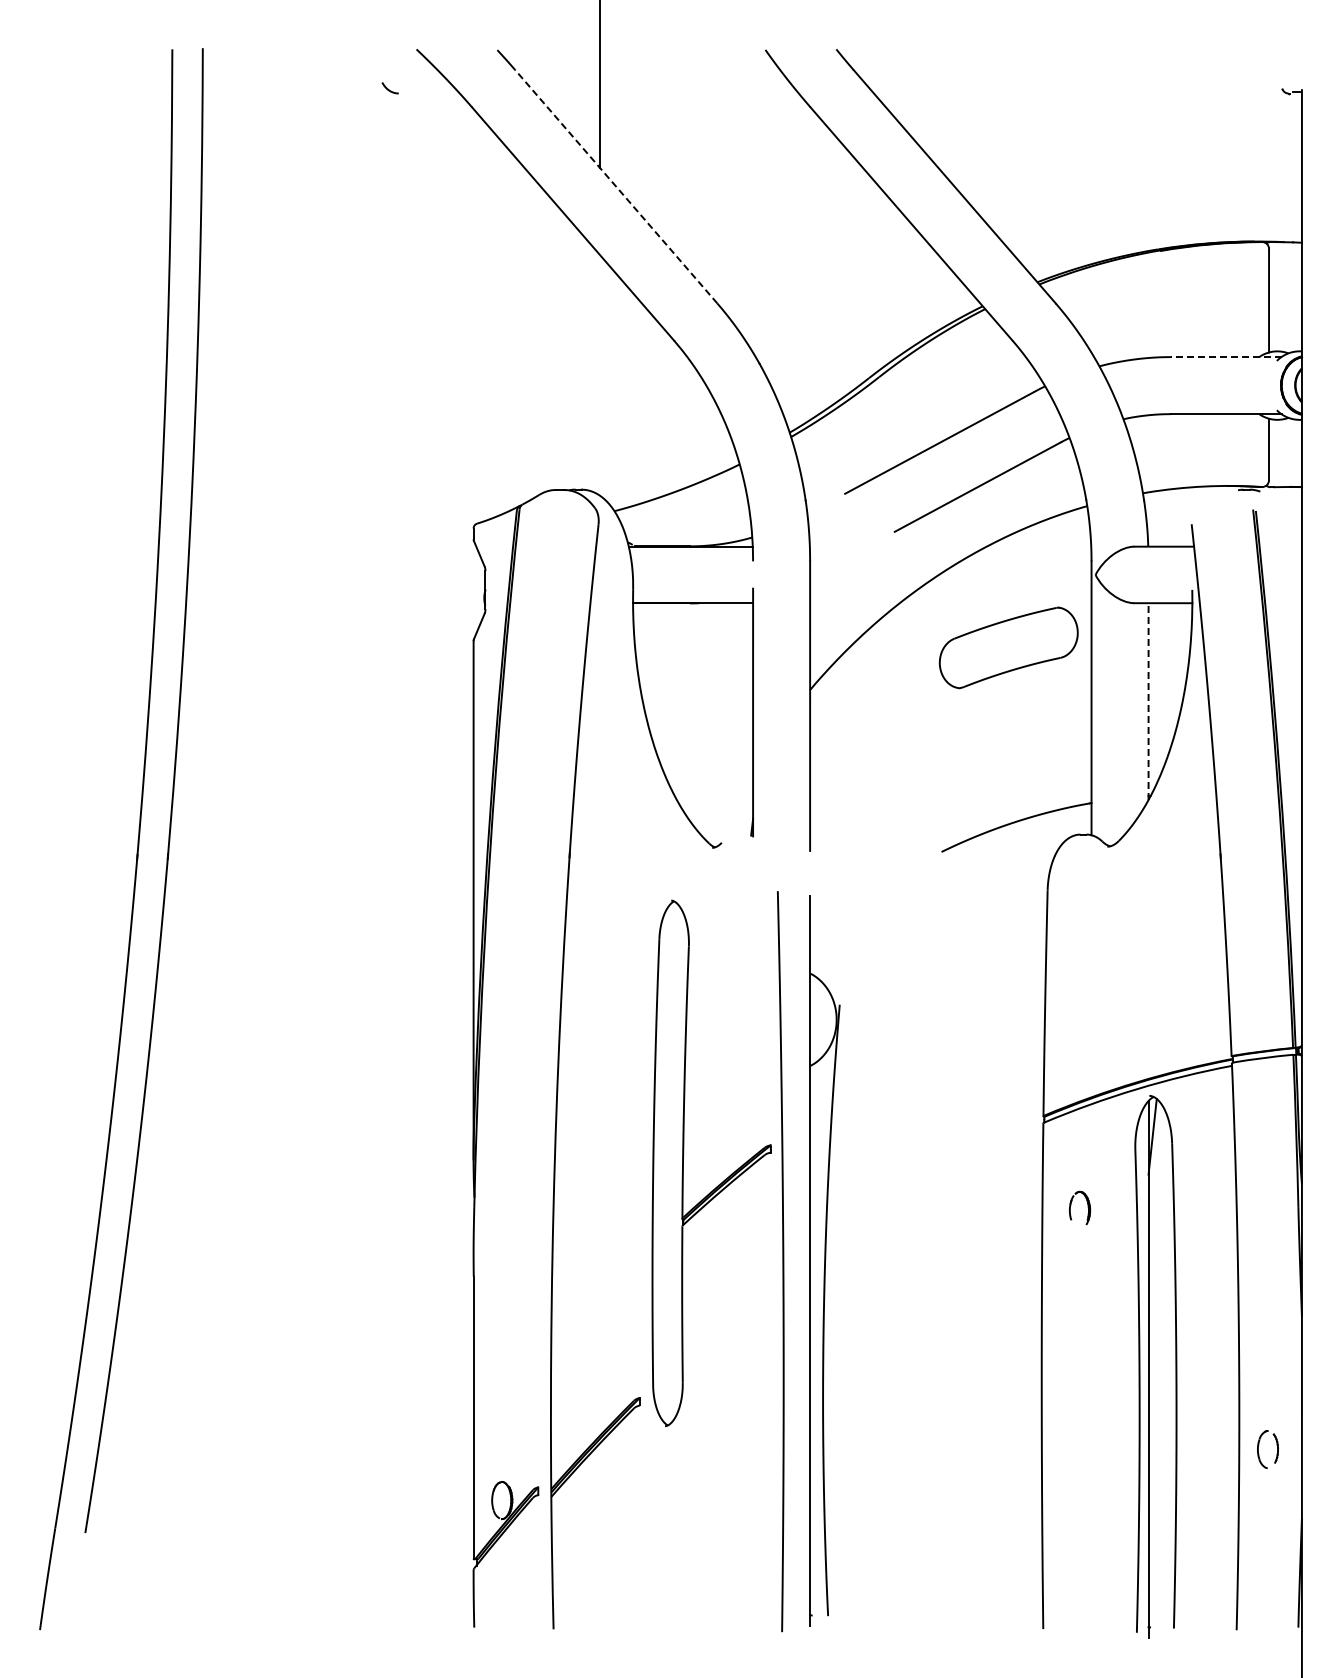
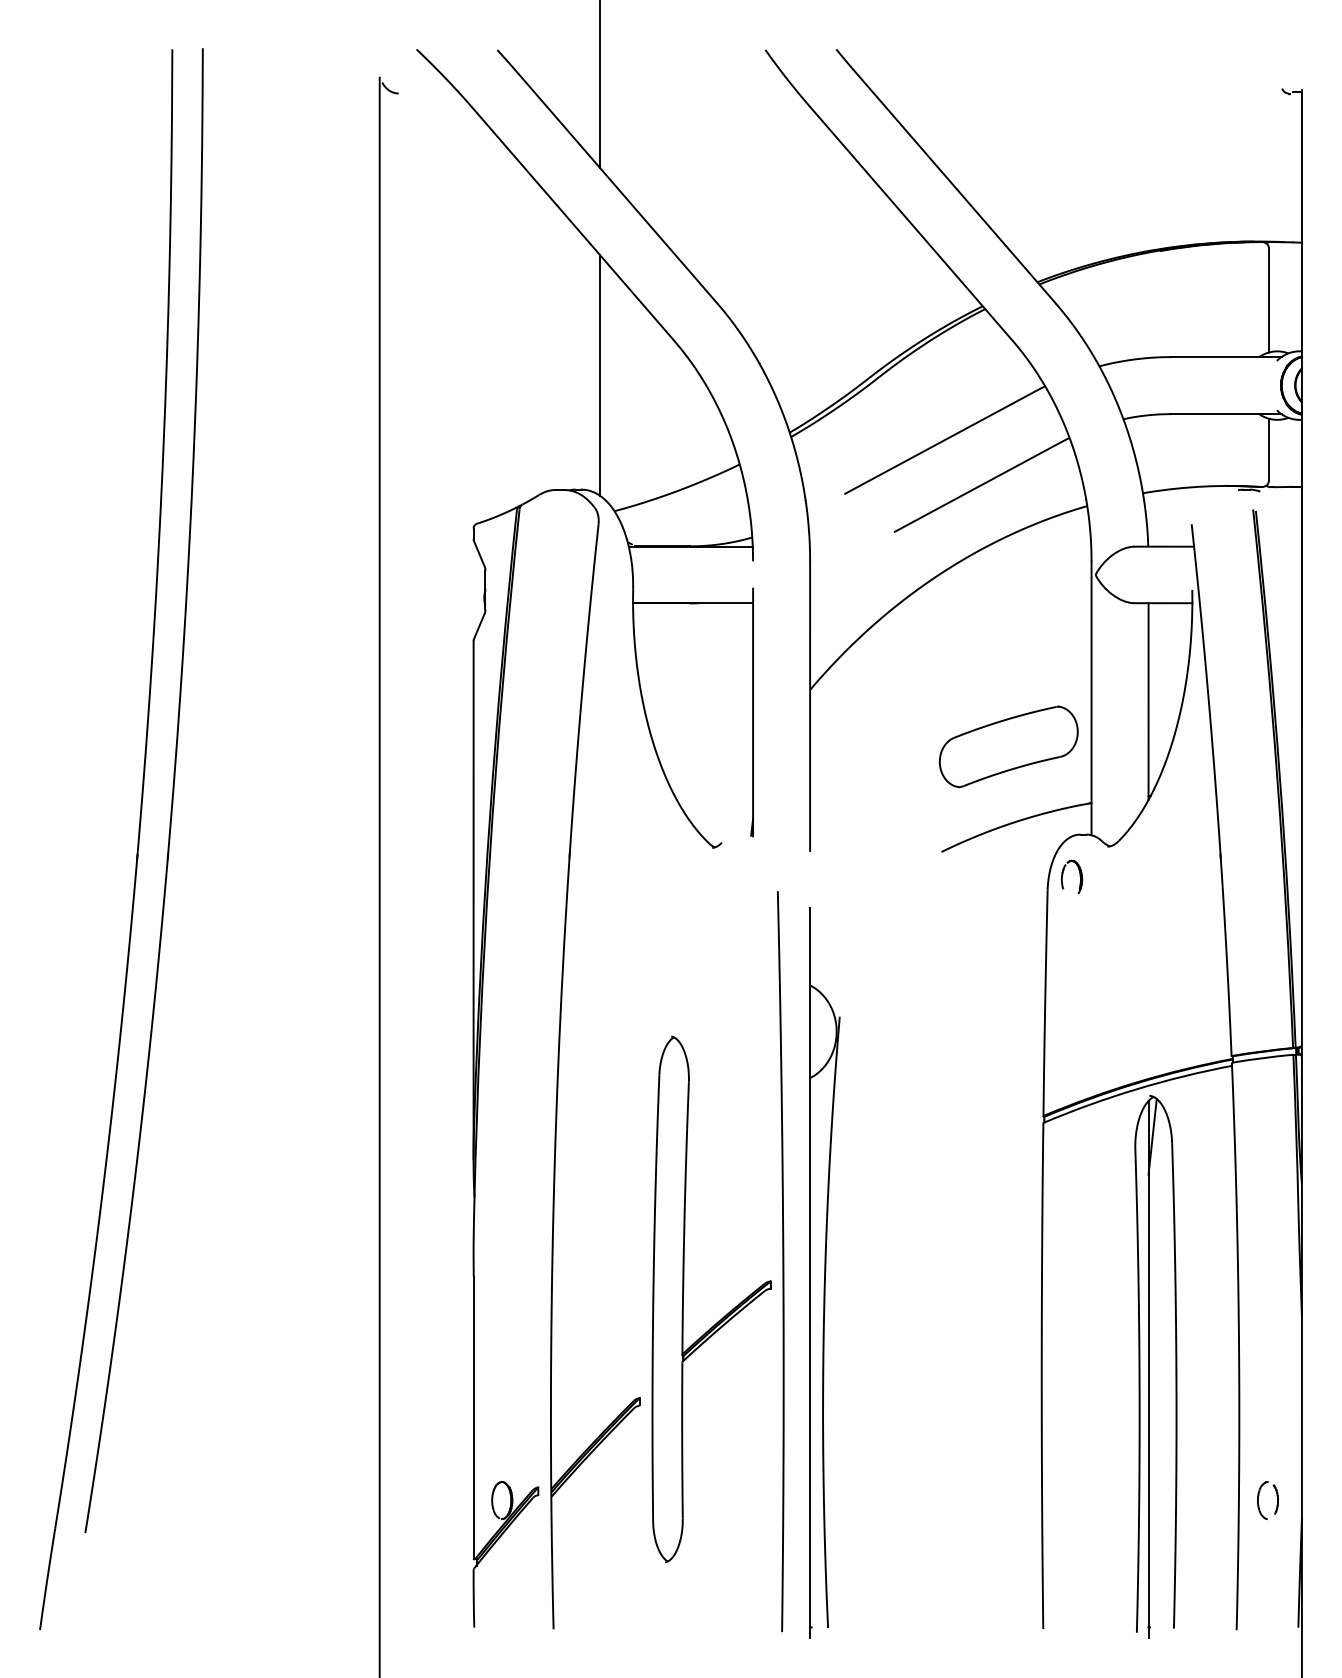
line at (615, 186): dashed -> solid
line at (1225, 357): dashed -> solid
line at (599, 374): none -> present
part at (1008, 647) position: (1008, 647) -> (1008, 746)
line at (1148, 701): dashed -> solid
line at (379, 875): none -> present
part at (725, 1178) position: (725, 1178) -> (725, 1314)
part at (1087, 1207) position: (1087, 1207) -> (1079, 876)
part at (824, 1260) position: (824, 1260) -> (824, 1272)
part at (1259, 1445) position: (1259, 1445) -> (1259, 1496)
